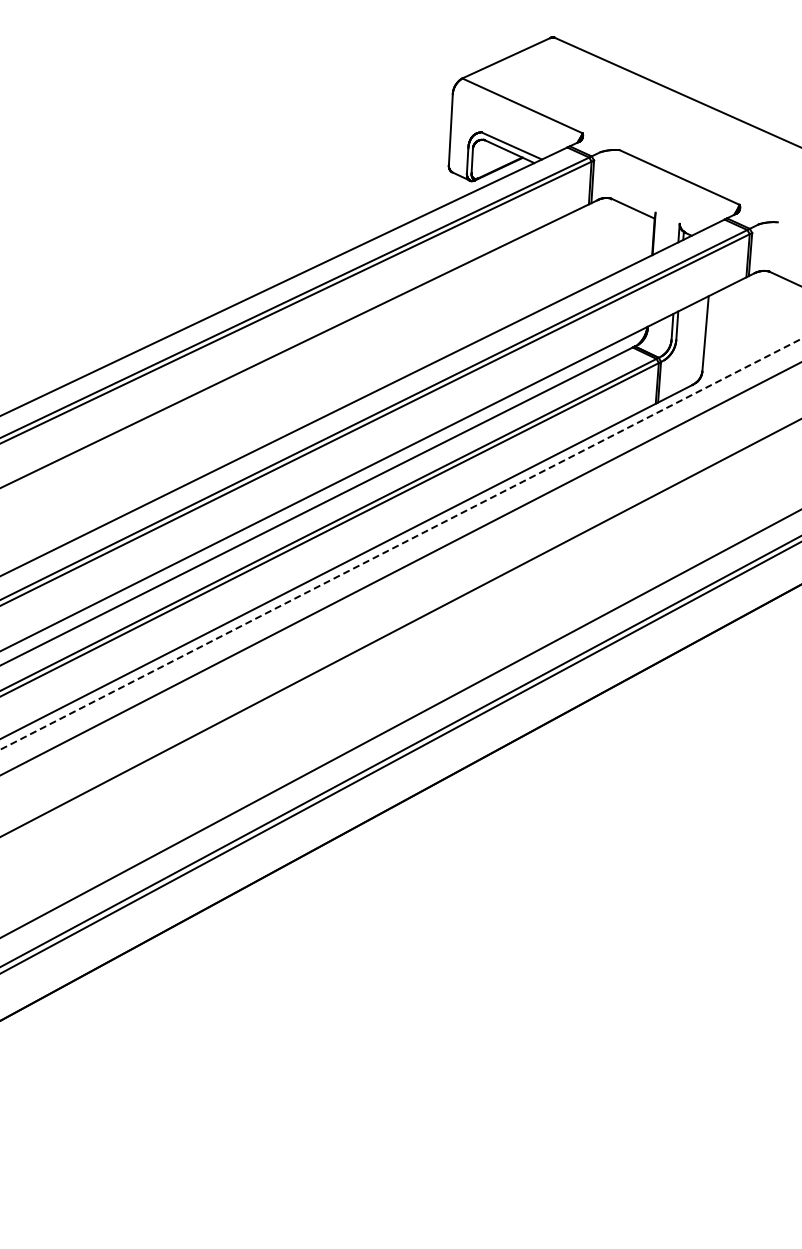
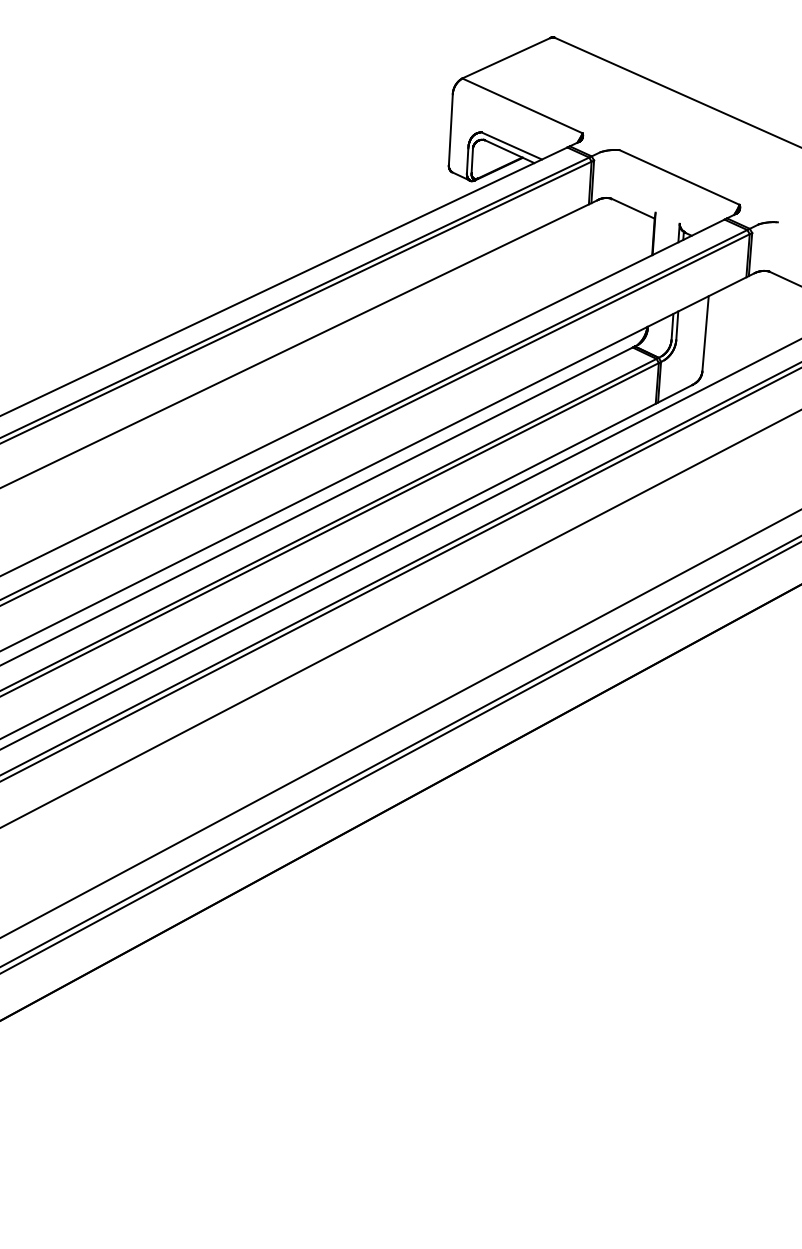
line at (401, 544): dashed -> solid
line at (400, 574): none -> present
line at (400, 627) position: (400, 627) -> (400, 619)
